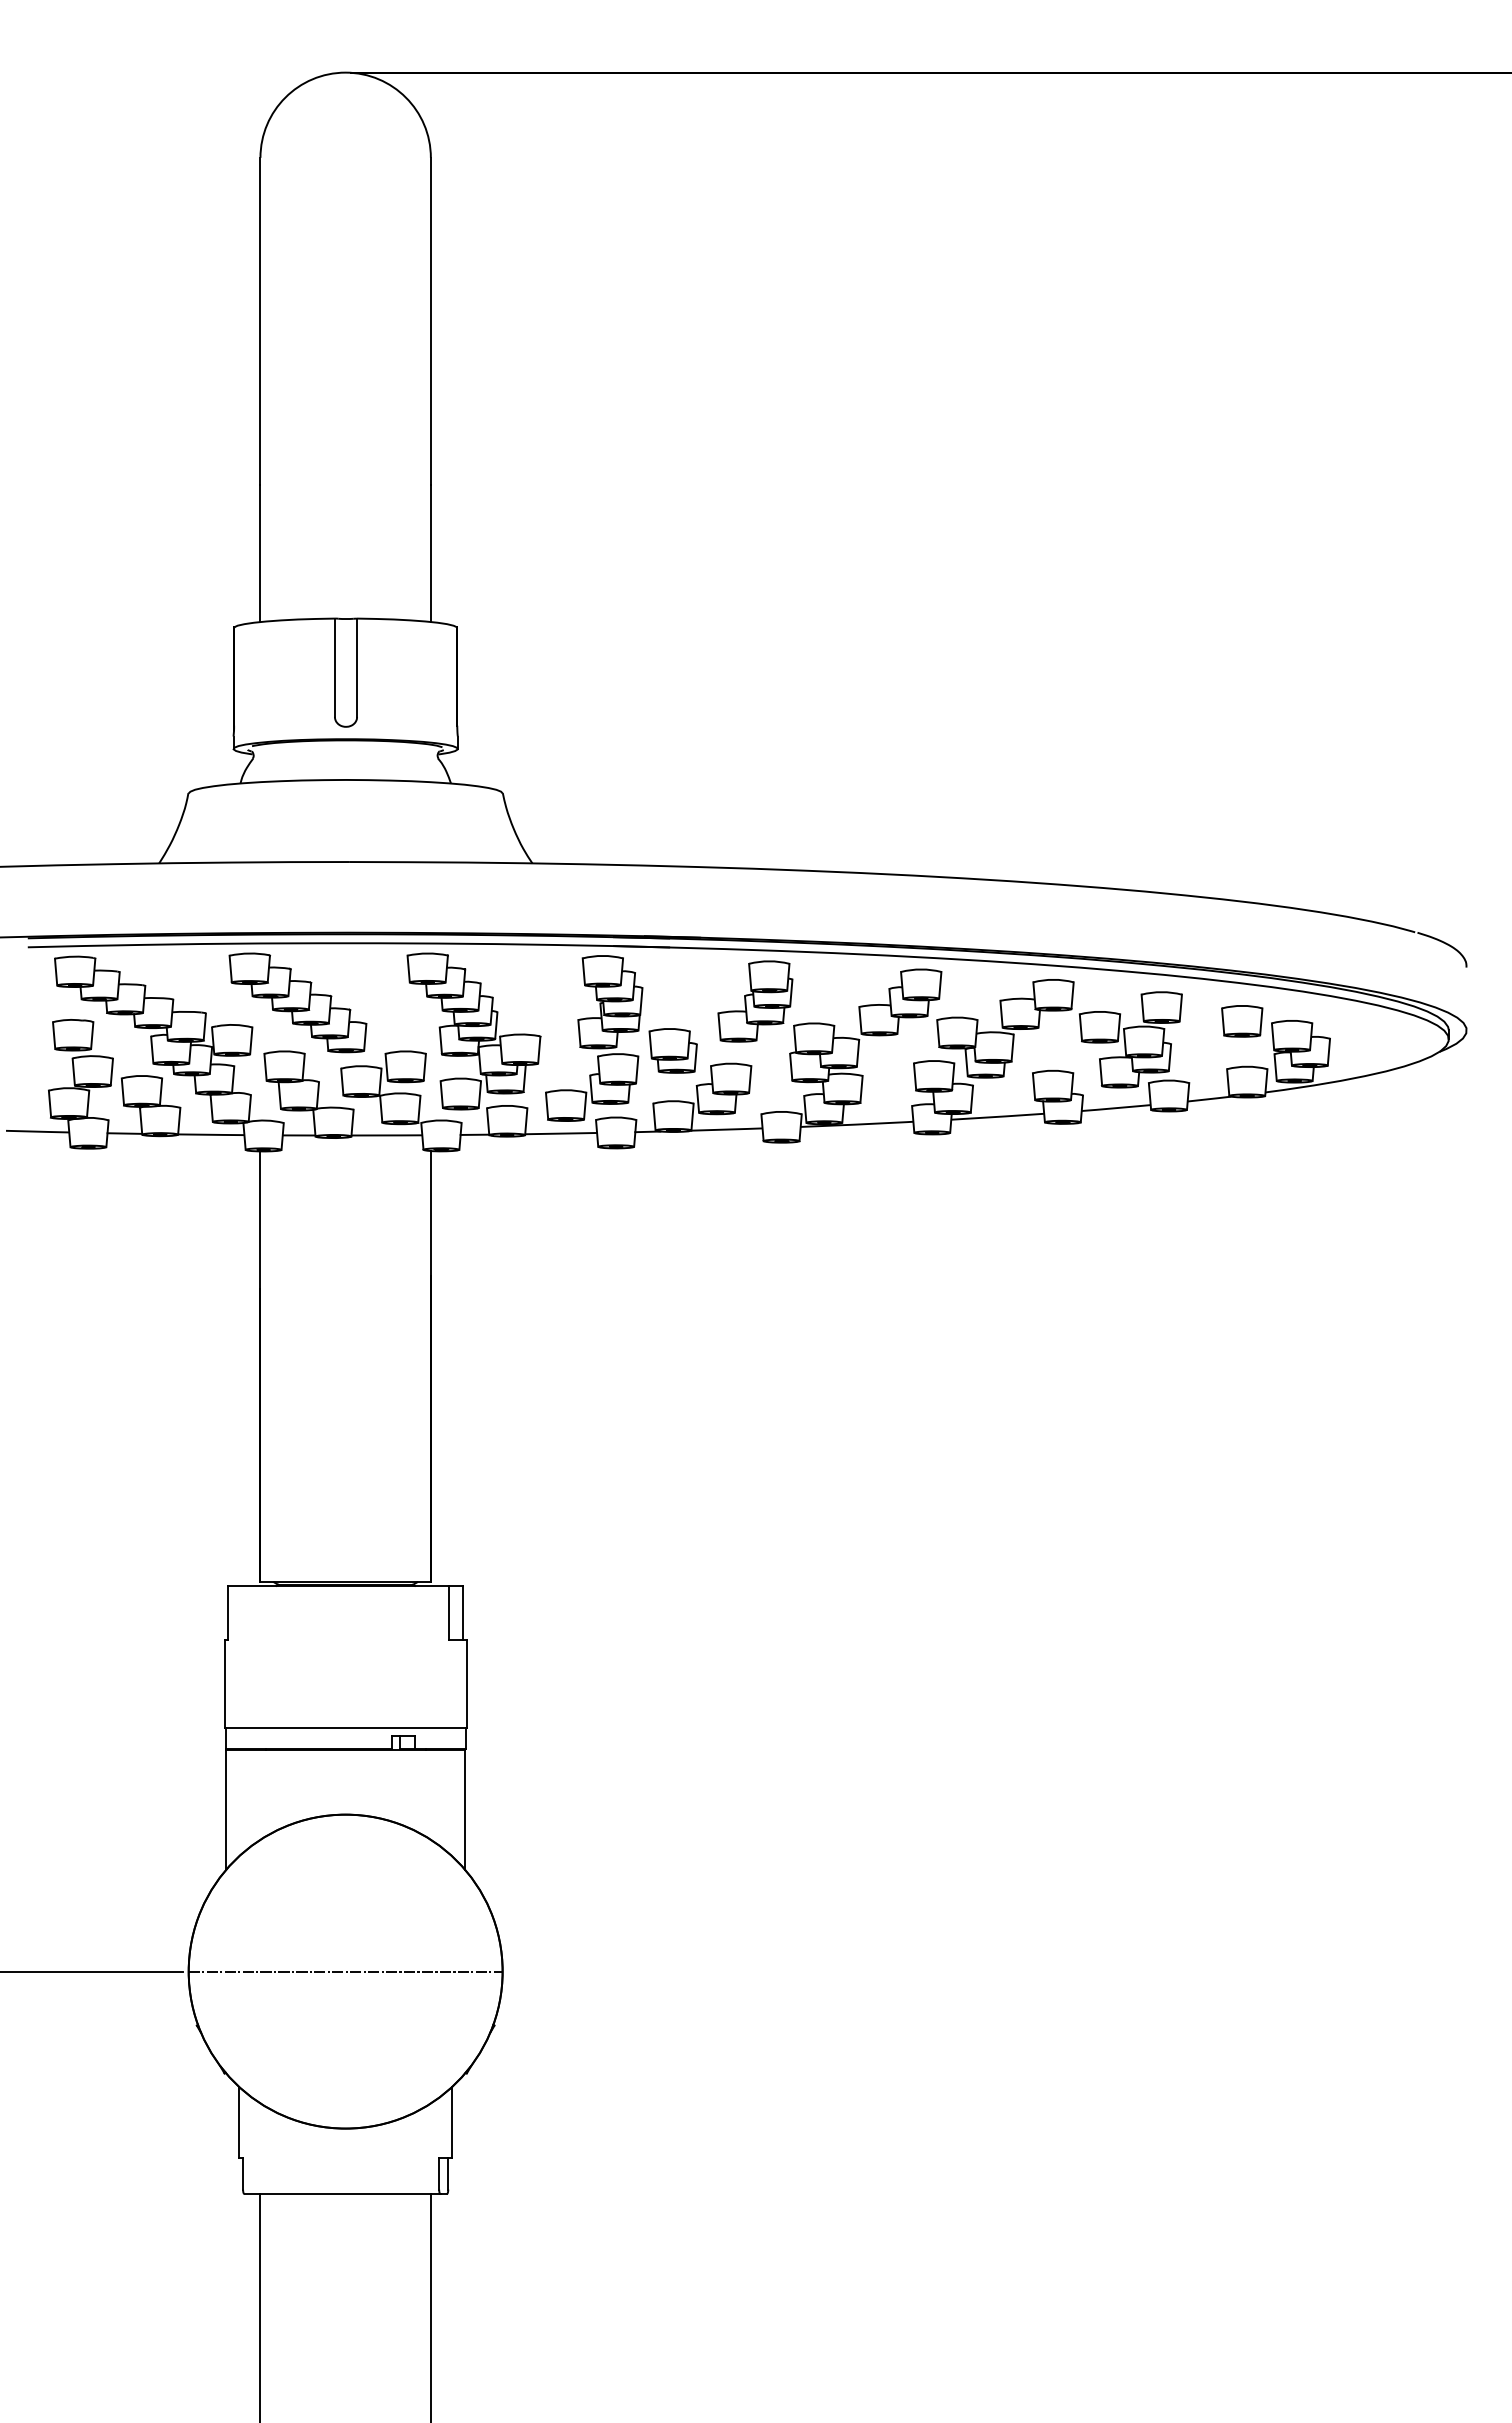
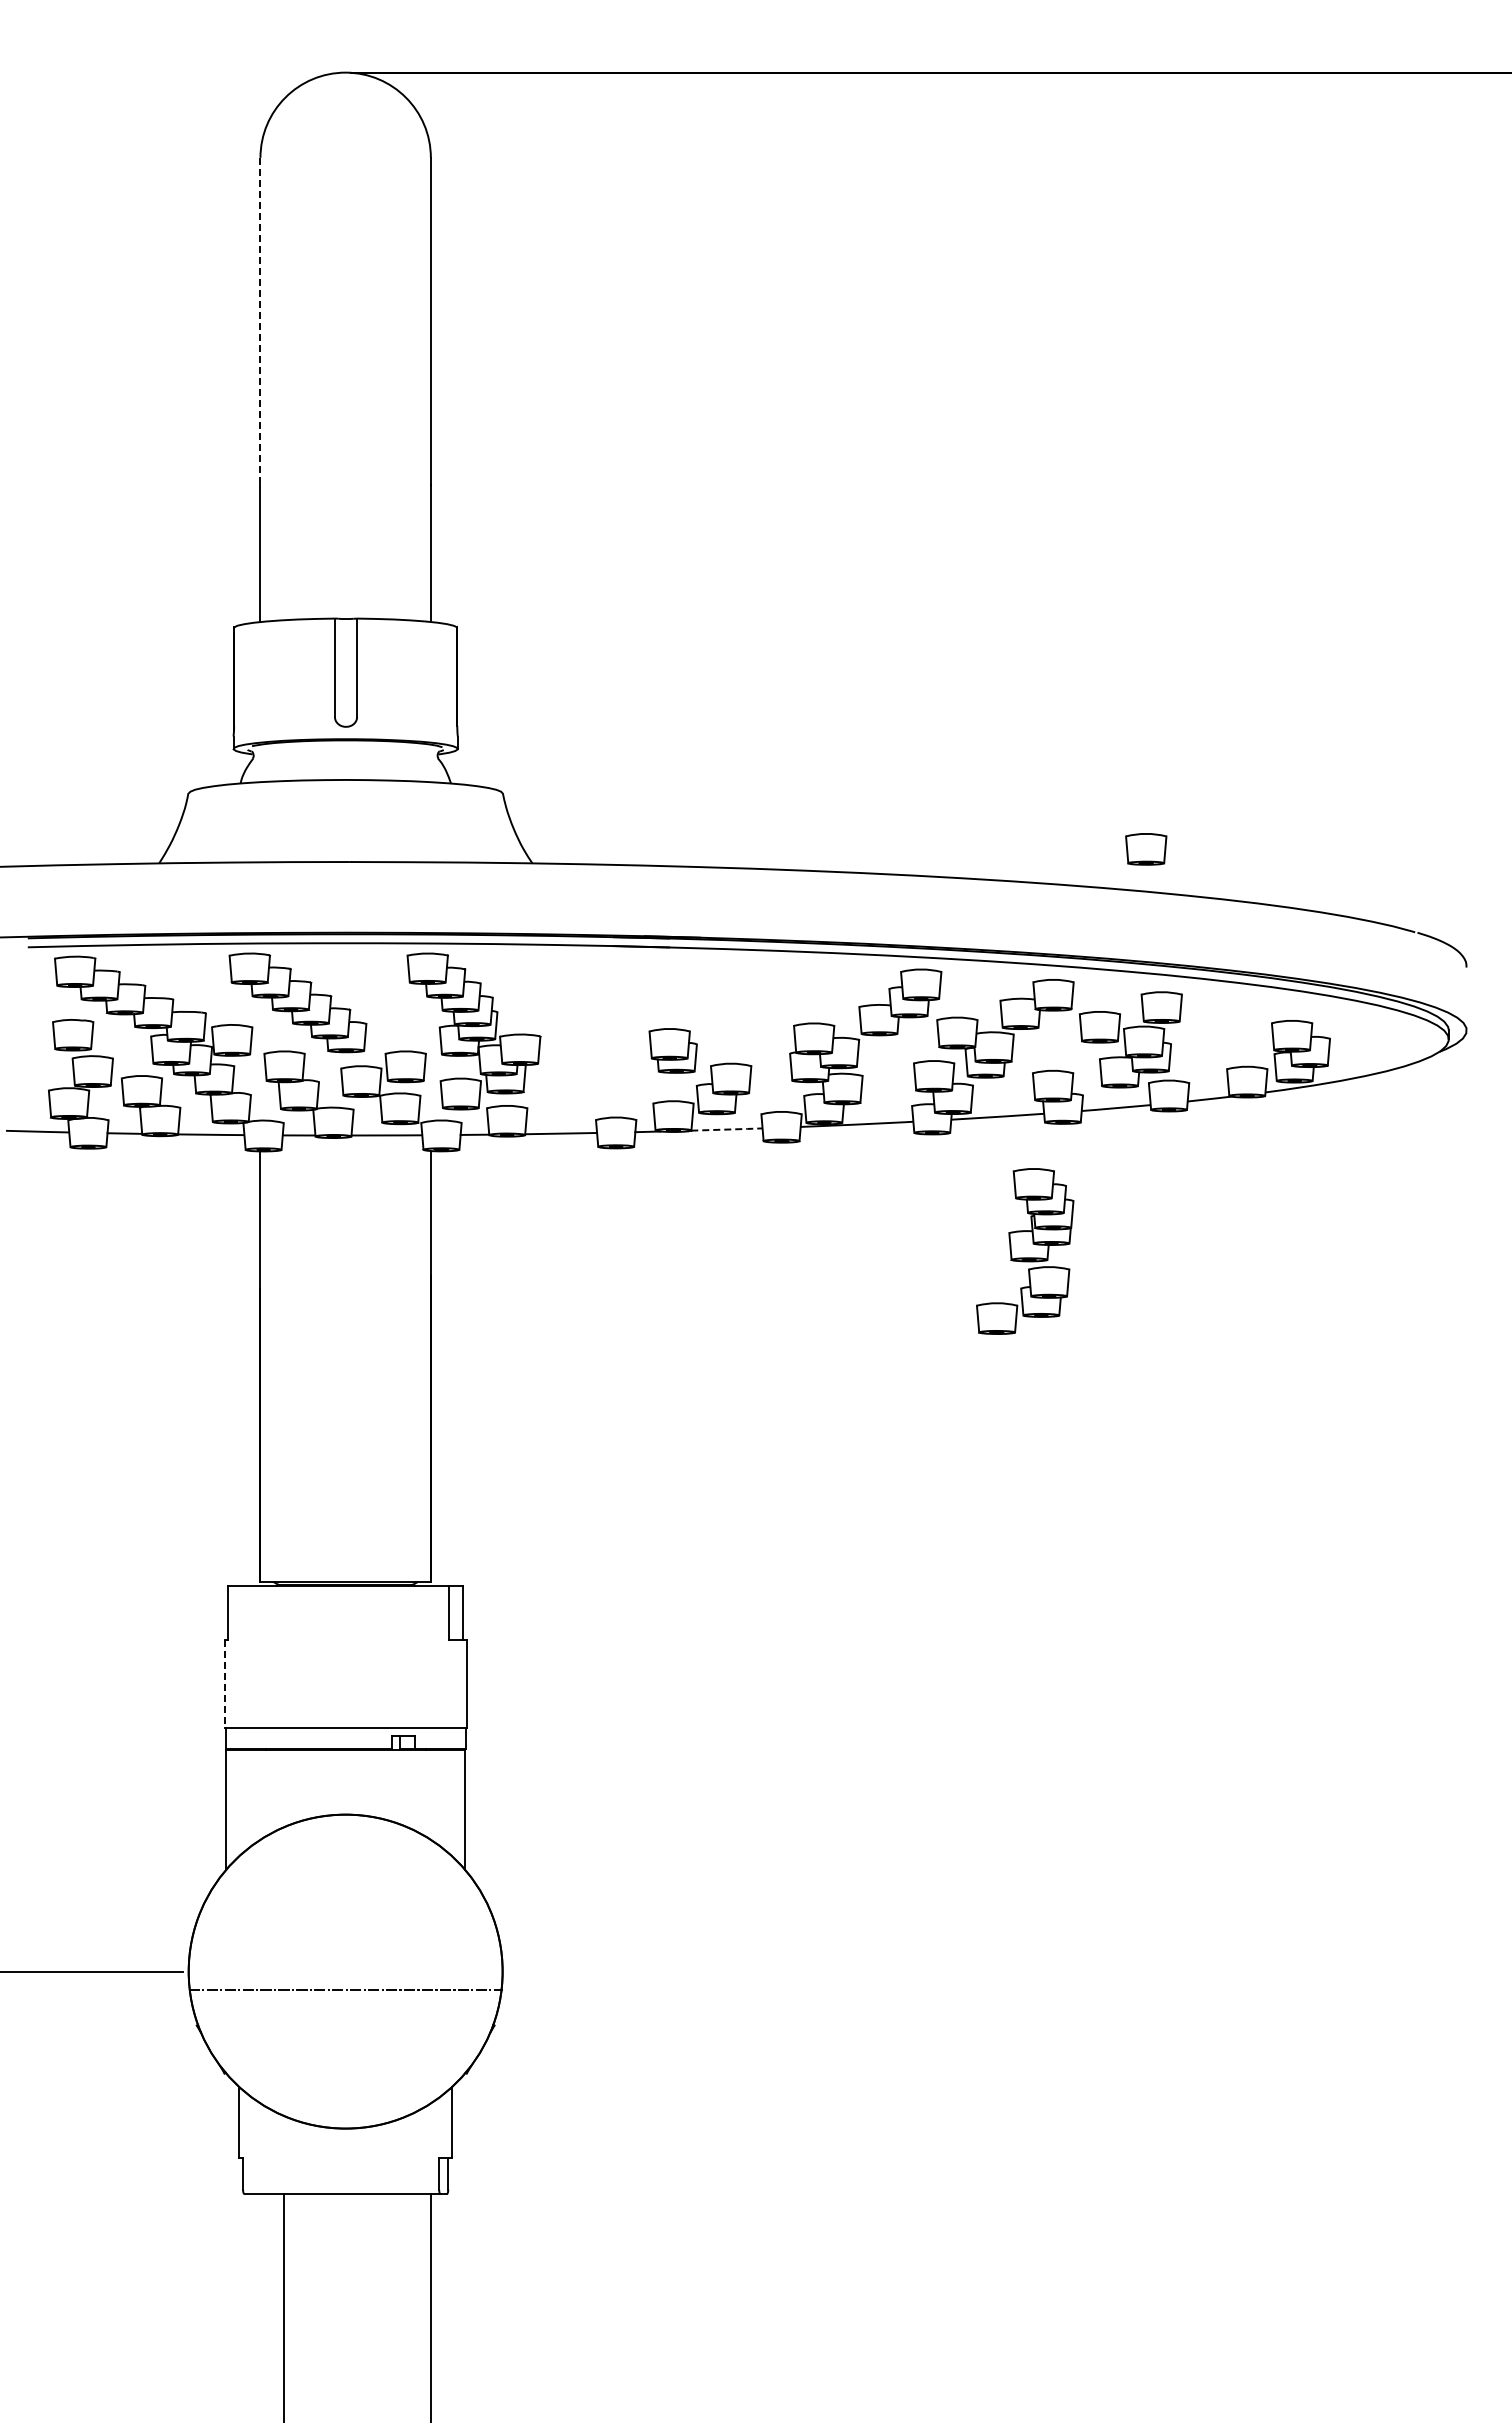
line at (260, 321): solid -> dashed
part at (755, 1001): present -> none
part at (1242, 1021) position: (1242, 1021) -> (1146, 849)
part at (594, 1038) position: (594, 1038) -> (1025, 1251)
line at (727, 1129): solid -> dashed
line at (224, 1683): solid -> dashed
line at (345, 1971) position: (345, 1971) -> (345, 1989)
line at (260, 2306) position: (260, 2306) -> (284, 2306)
